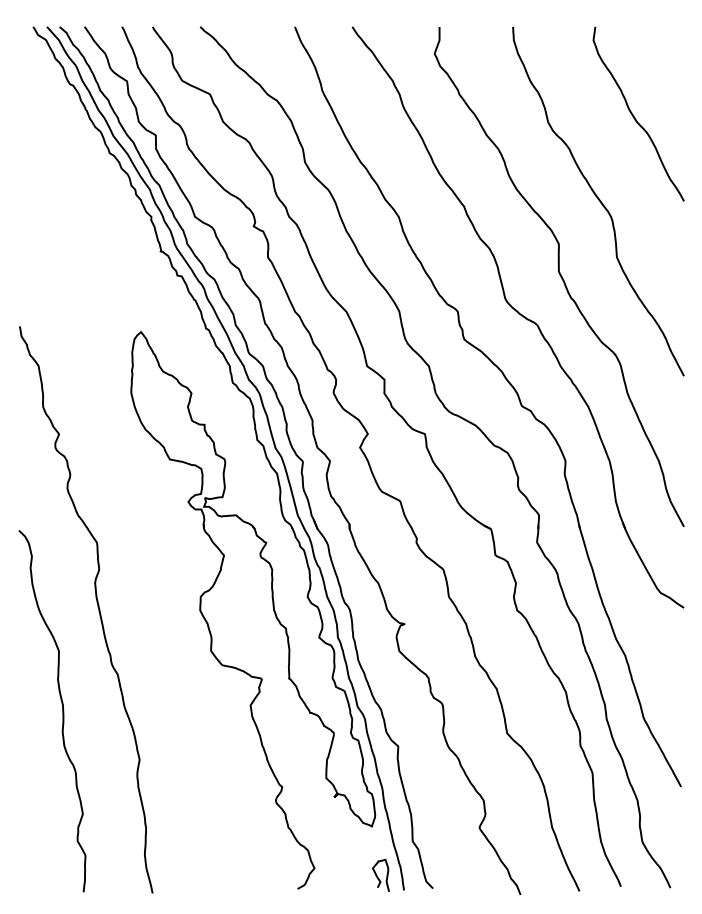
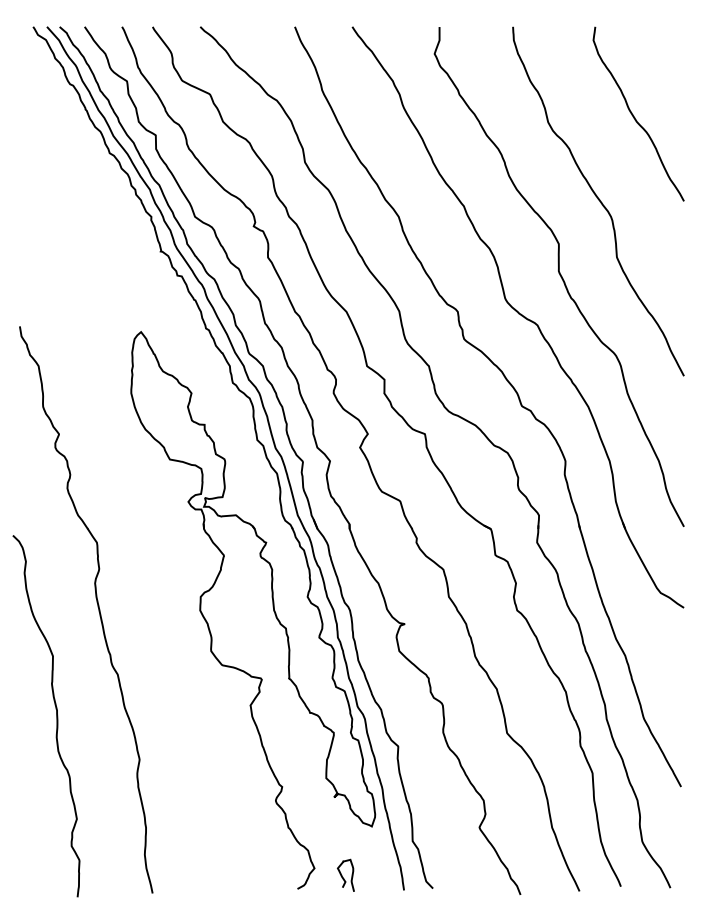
curve at (62, 711) position: (62, 711) -> (56, 716)
curve at (377, 875) position: (377, 875) -> (342, 875)
